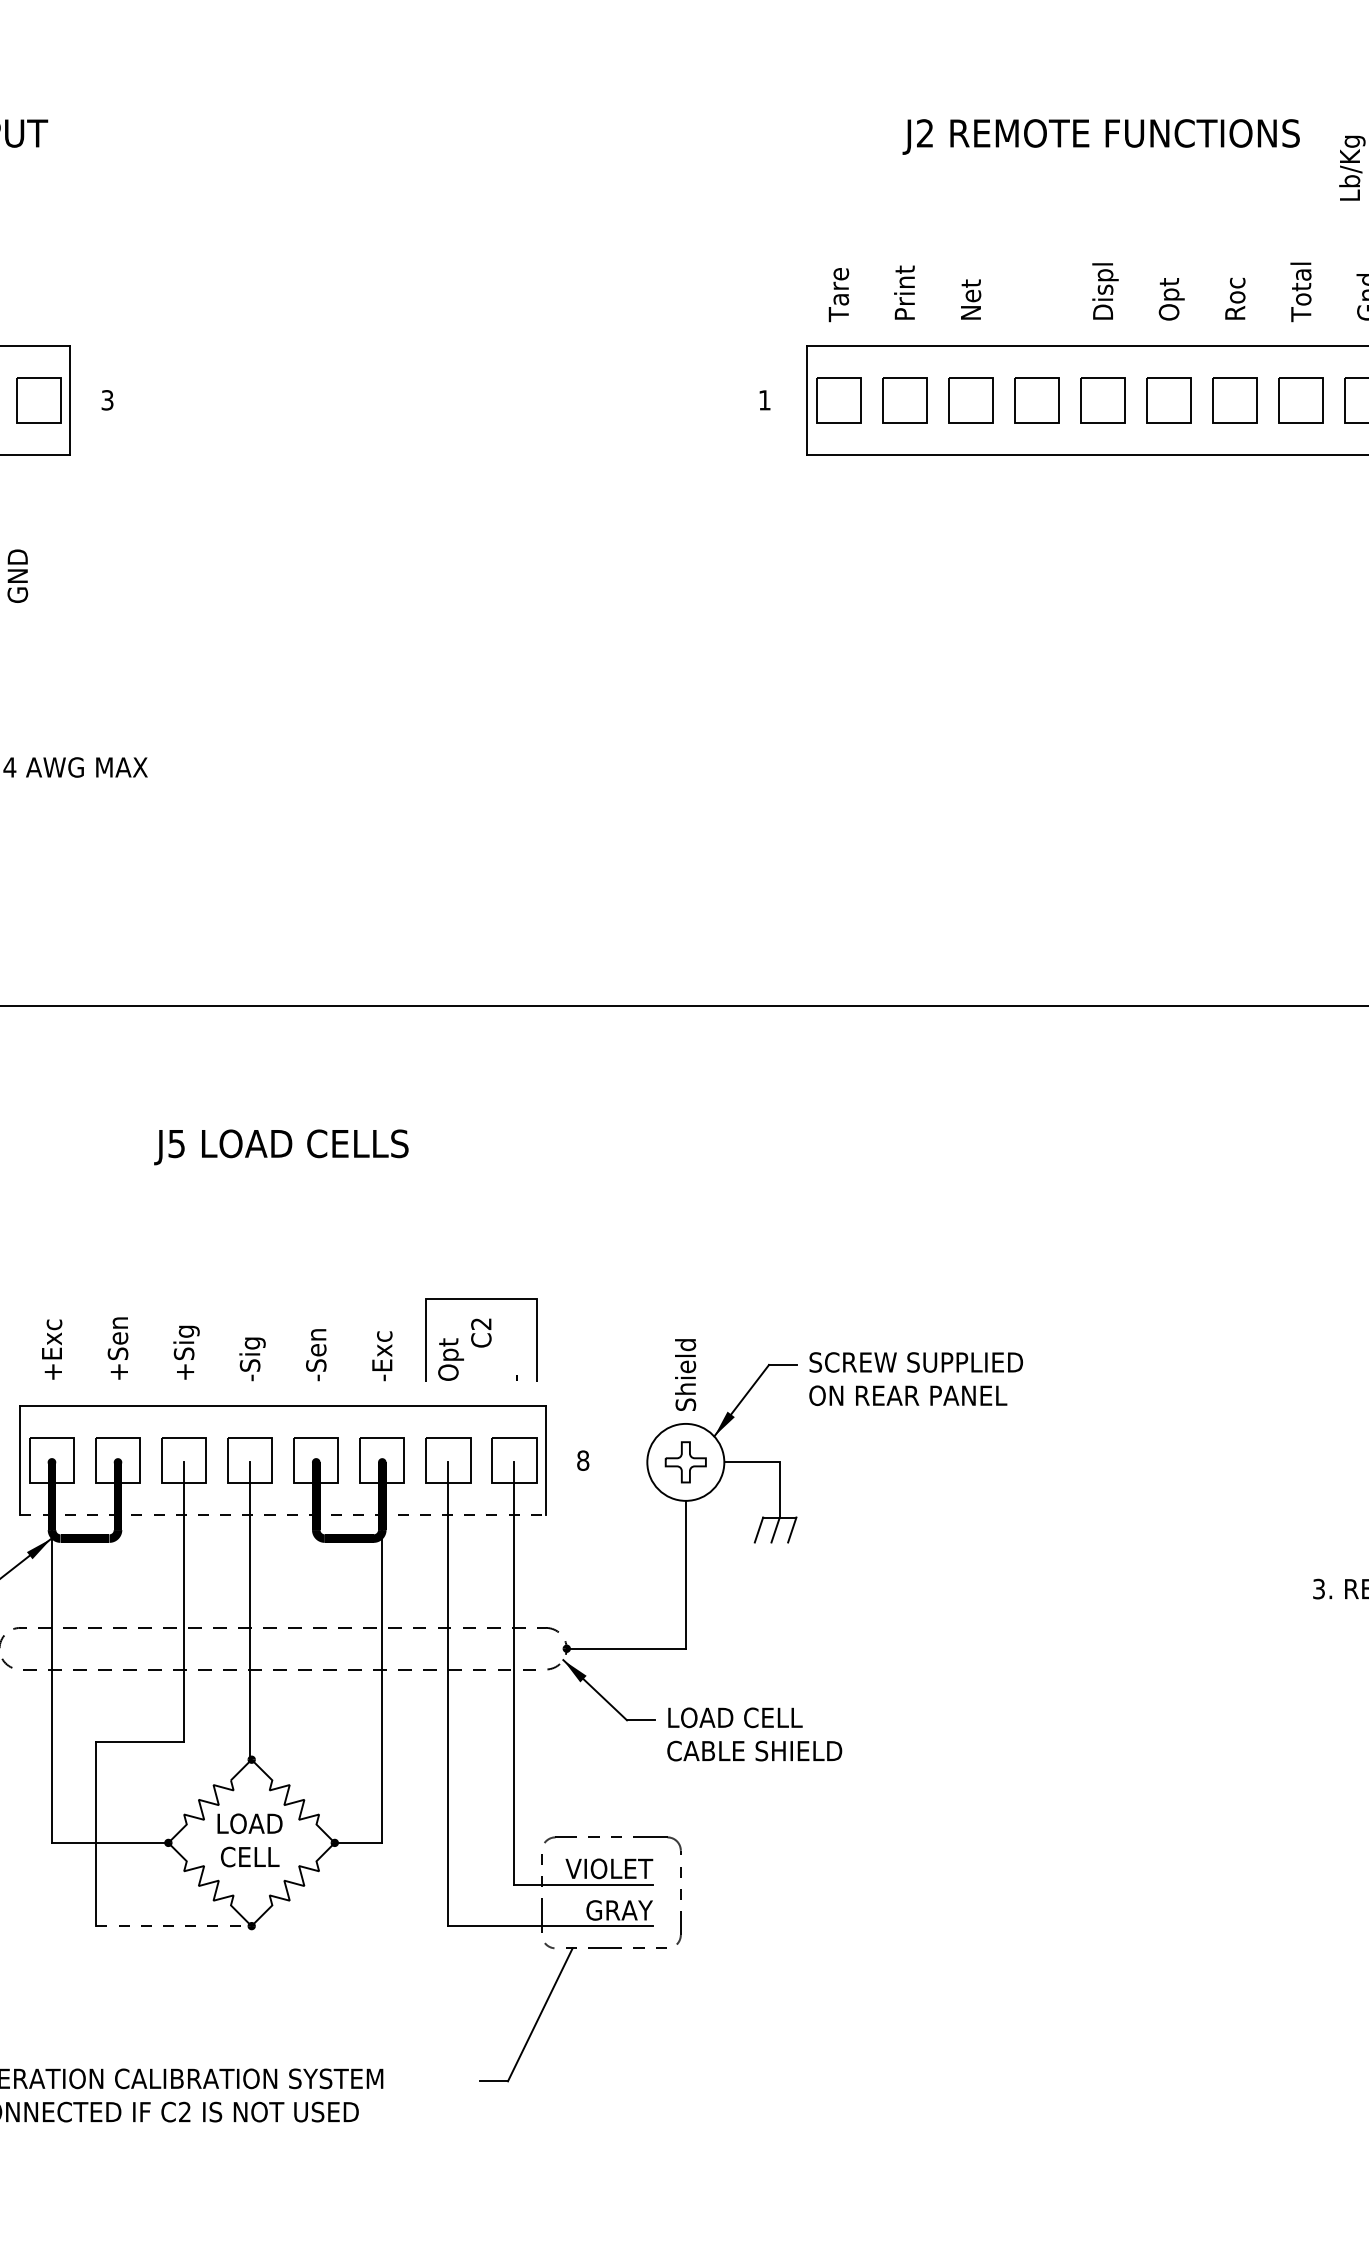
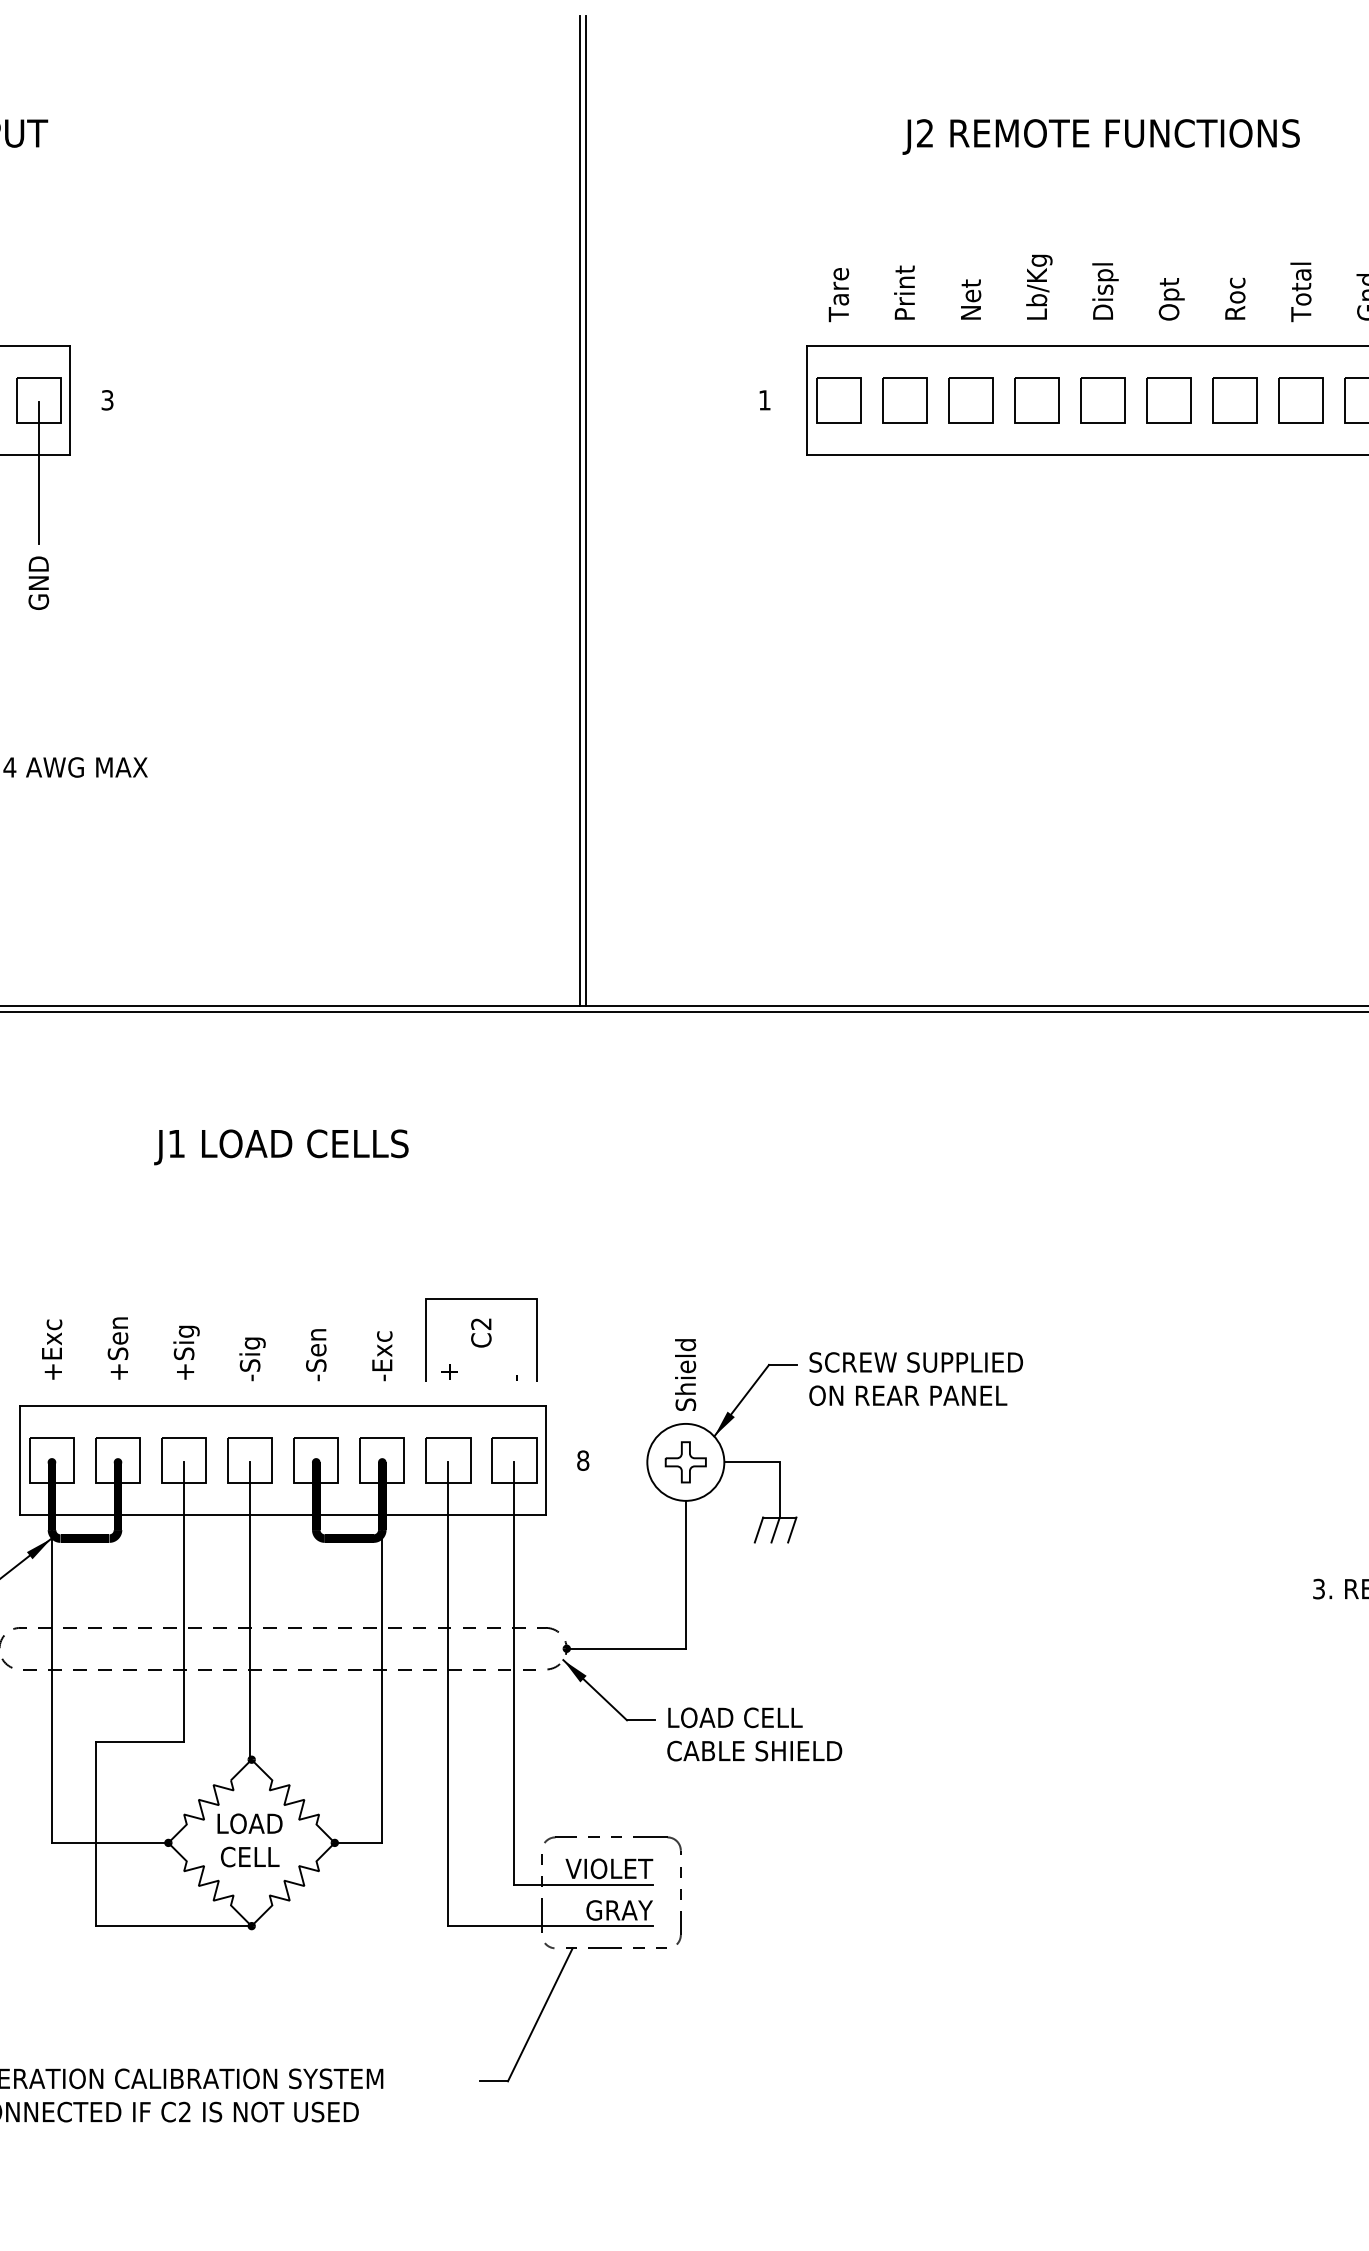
text at (1352, 167) position: (1352, 167) -> (1039, 286)
line at (38, 472): none -> present
line at (580, 510): none -> present
line at (585, 510): none -> present
text at (17, 575) position: (17, 575) -> (38, 582)
line at (683, 1011): none -> present
text at (176, 1144): J5 -> J1
text at (451, 1359): Opt -> +
line at (283, 1514): dashed -> solid
line at (174, 1926): dashed -> solid
